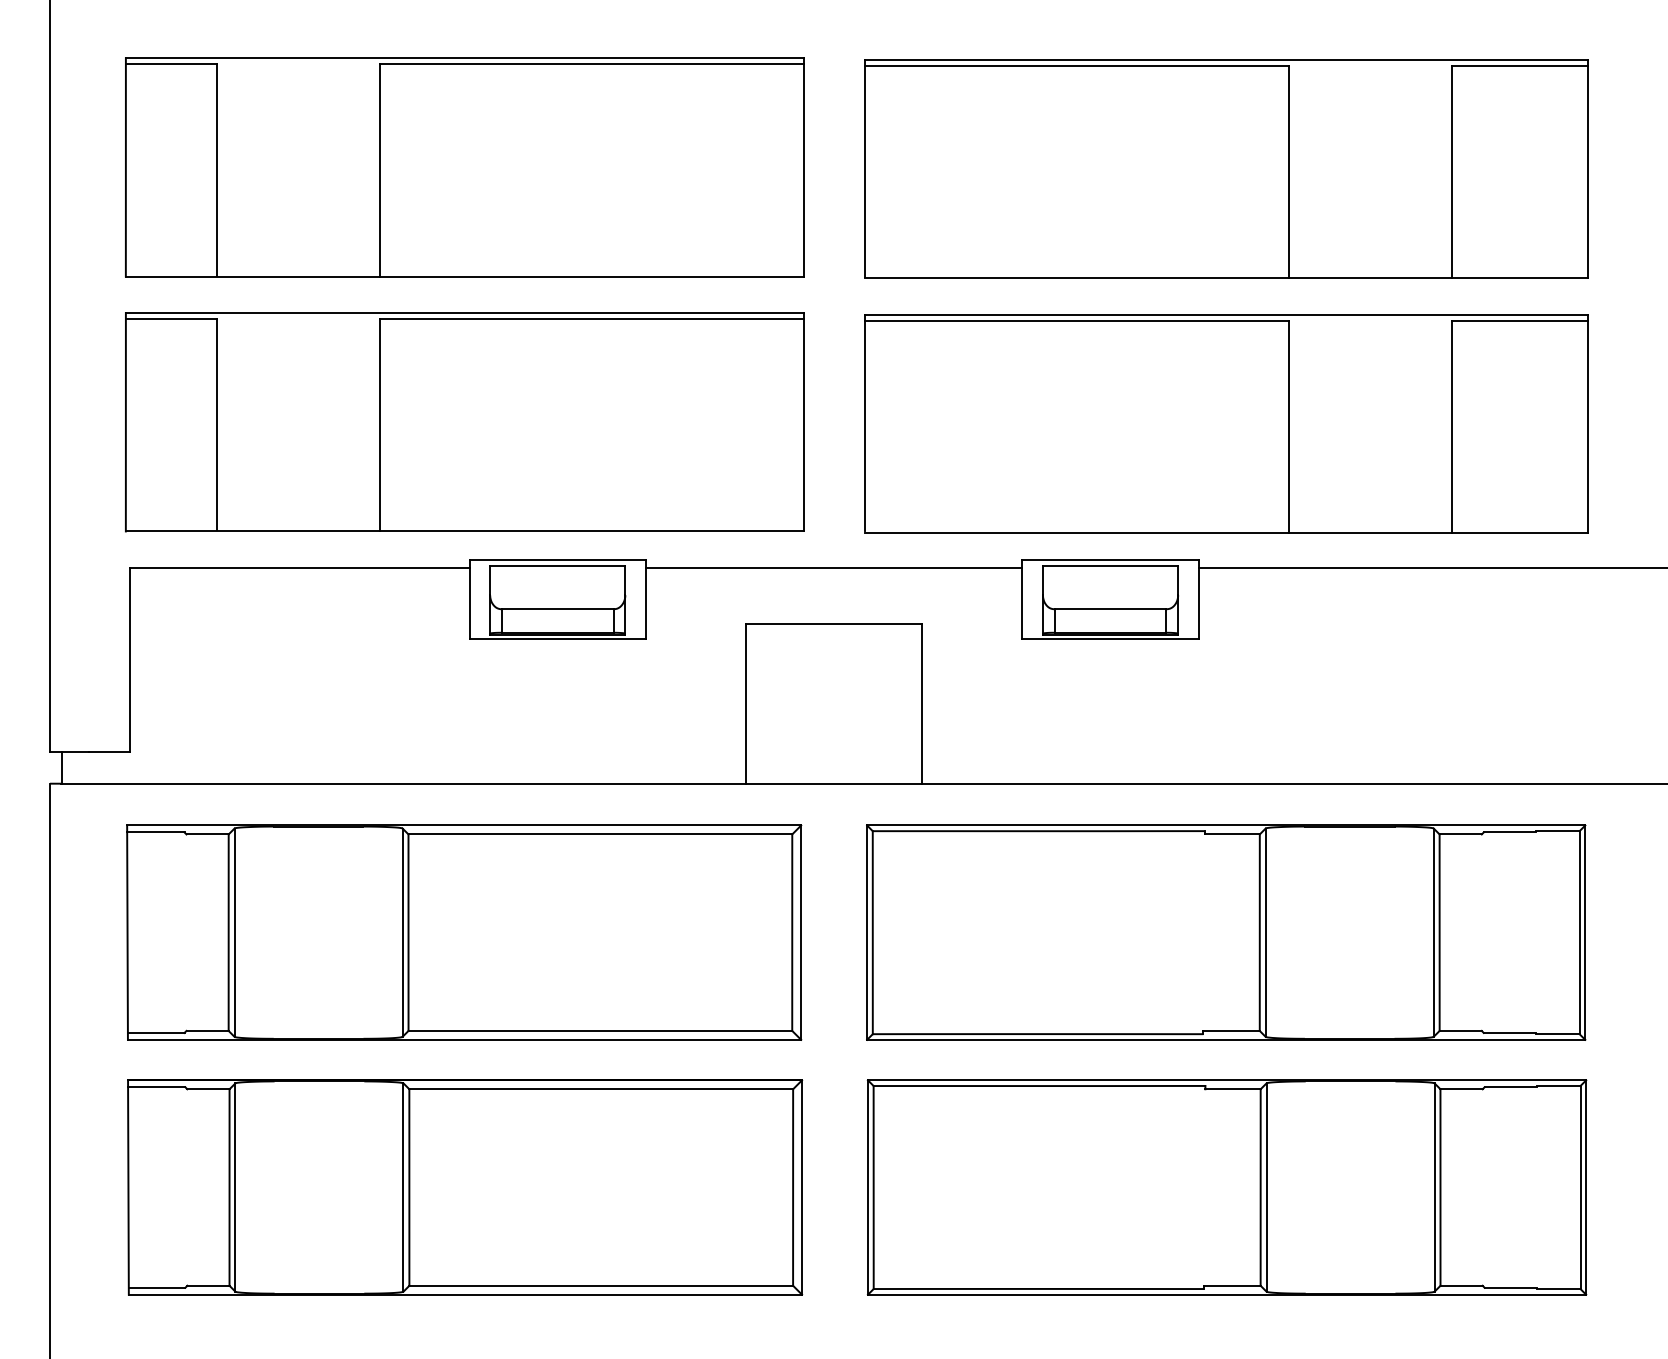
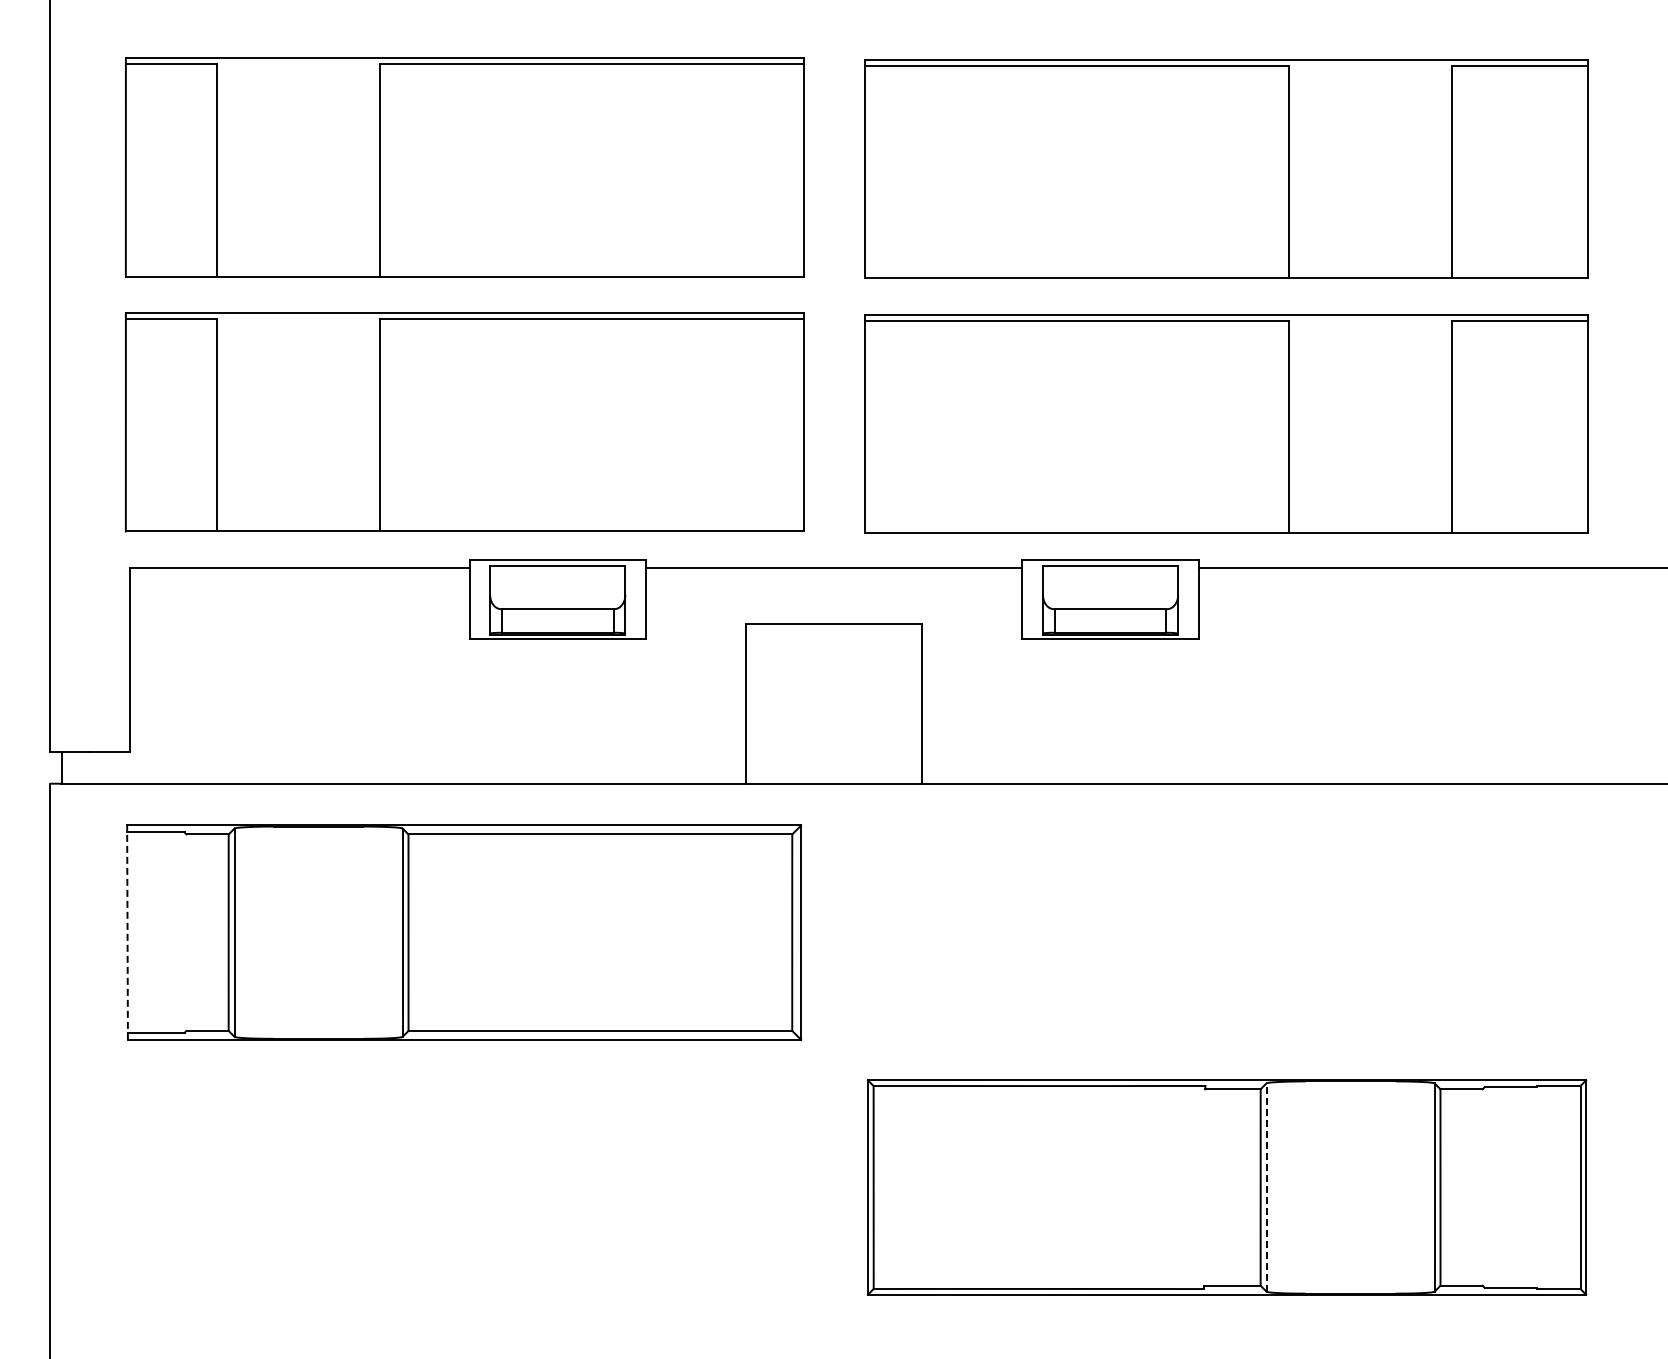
line at (127, 932): solid -> dashed
part at (1226, 932): present -> none
part at (465, 1187): present -> none
line at (1266, 1187): solid -> dashed
